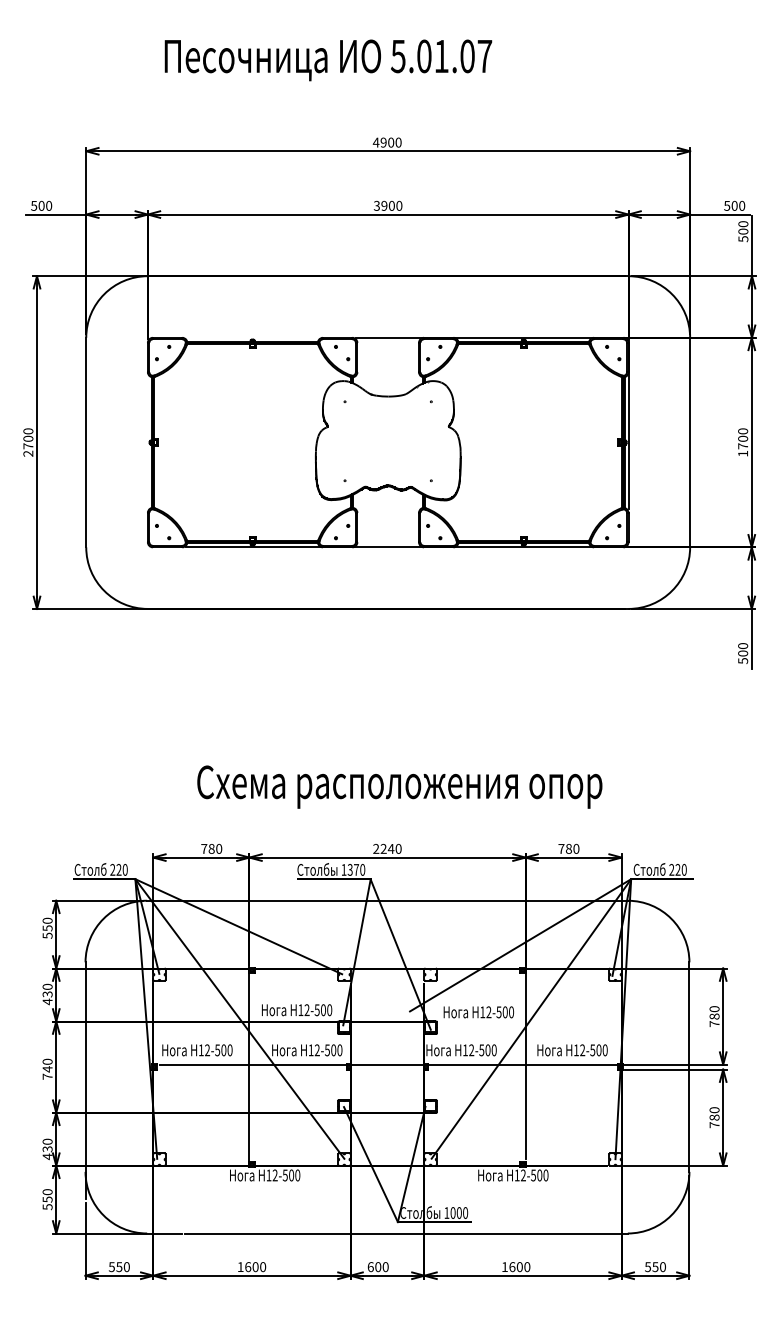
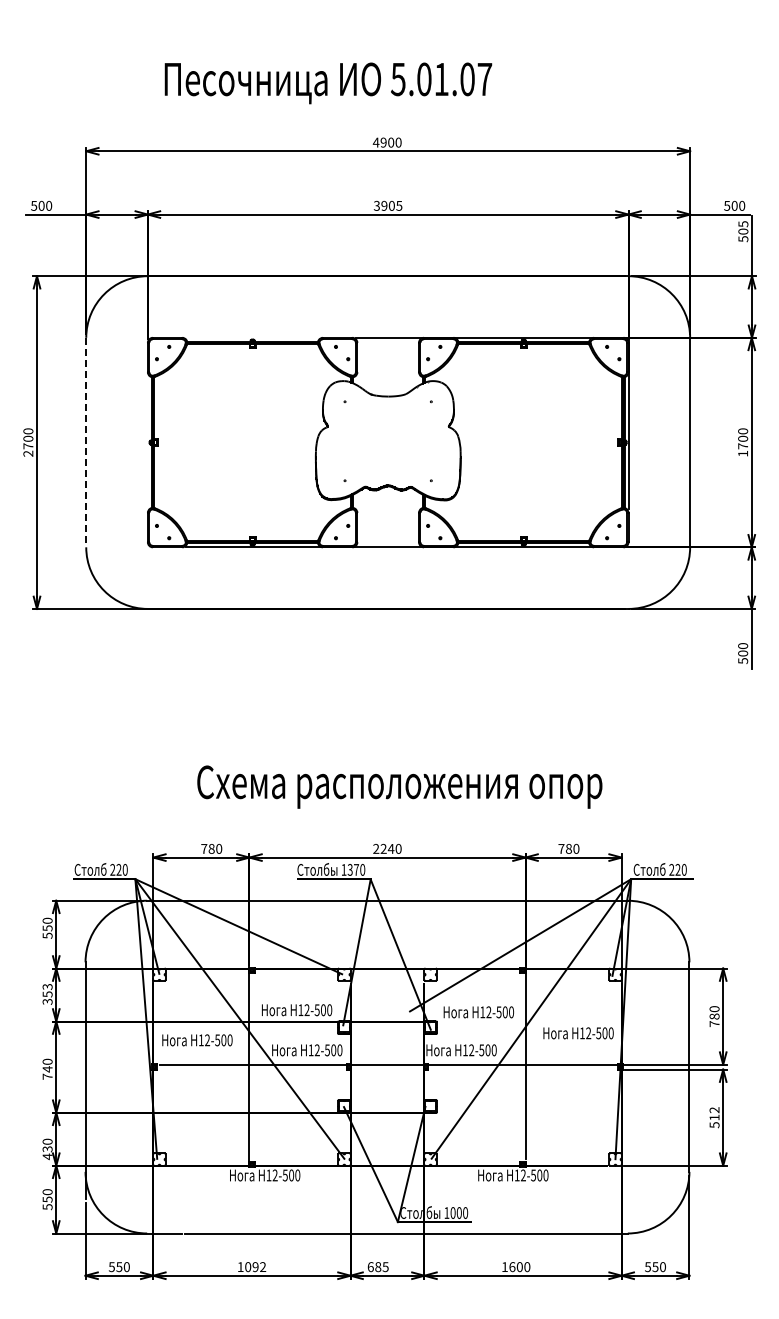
text at (328, 60) position: (328, 60) -> (328, 83)
text at (399, 205): 3900 -> 3905
text at (743, 224): 500 -> 505
line at (86, 442): solid -> dashed
text at (47, 994): 430 -> 353
text at (197, 1050) position: (197, 1050) -> (197, 1040)
text at (572, 1050) position: (572, 1050) -> (578, 1033)
text at (714, 1117): 780 -> 512
text at (381, 1266): 600 -> 685
text at (255, 1267): 1600 -> 1092
